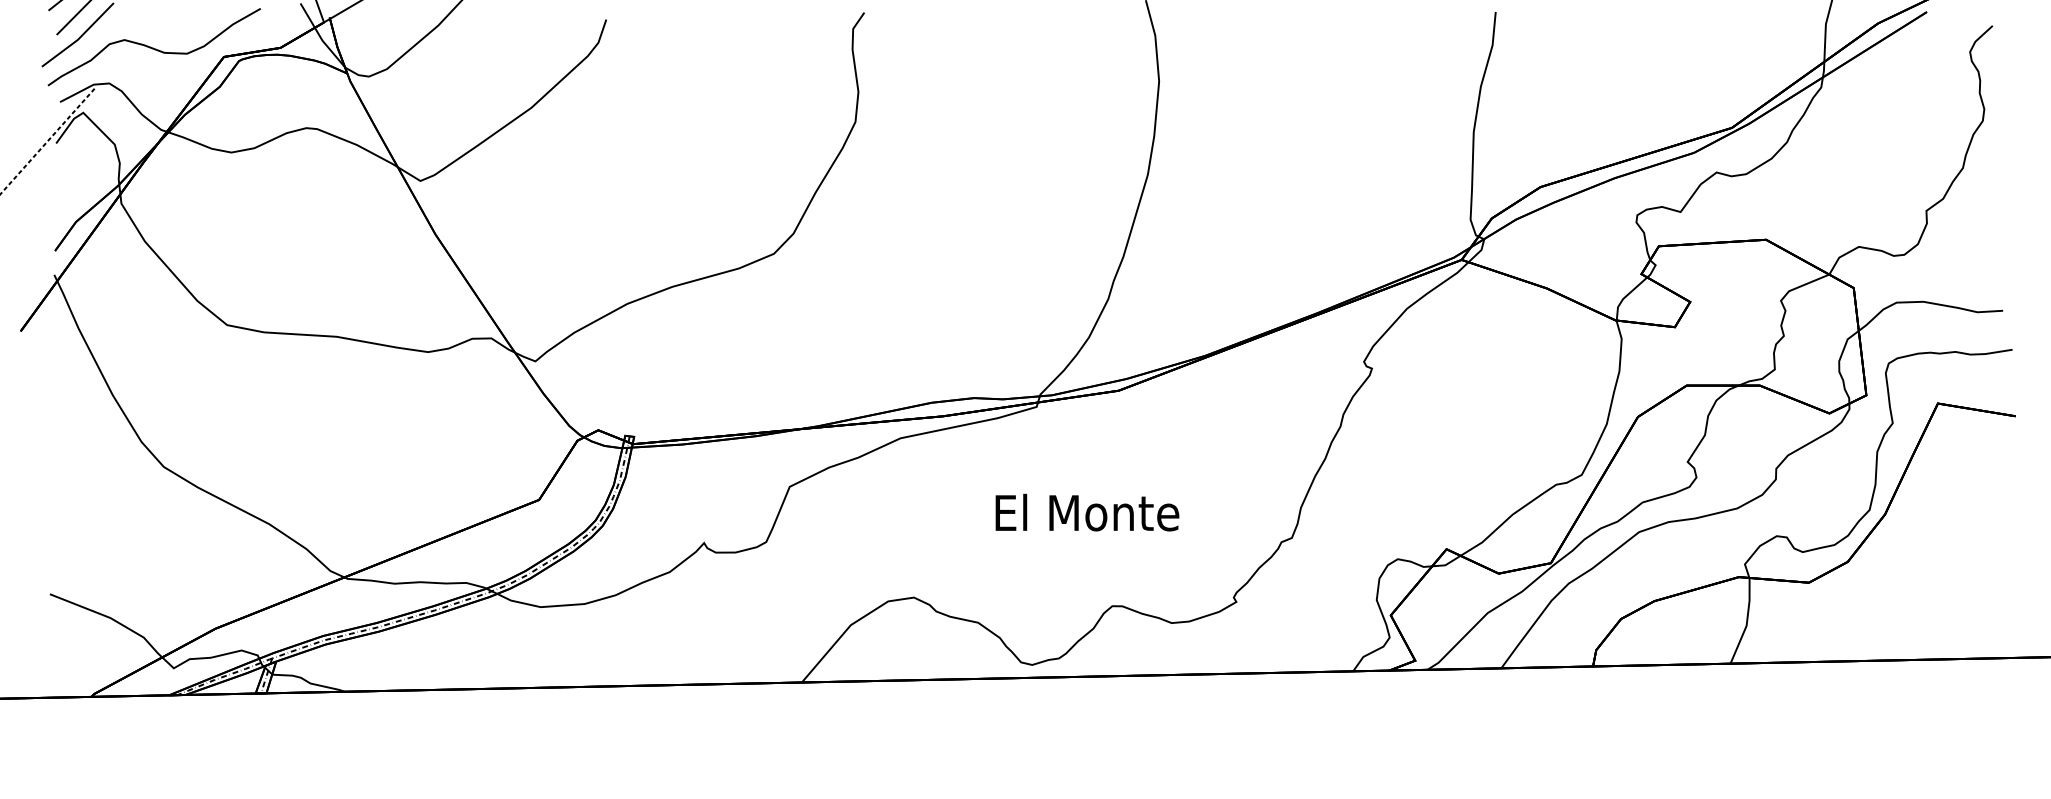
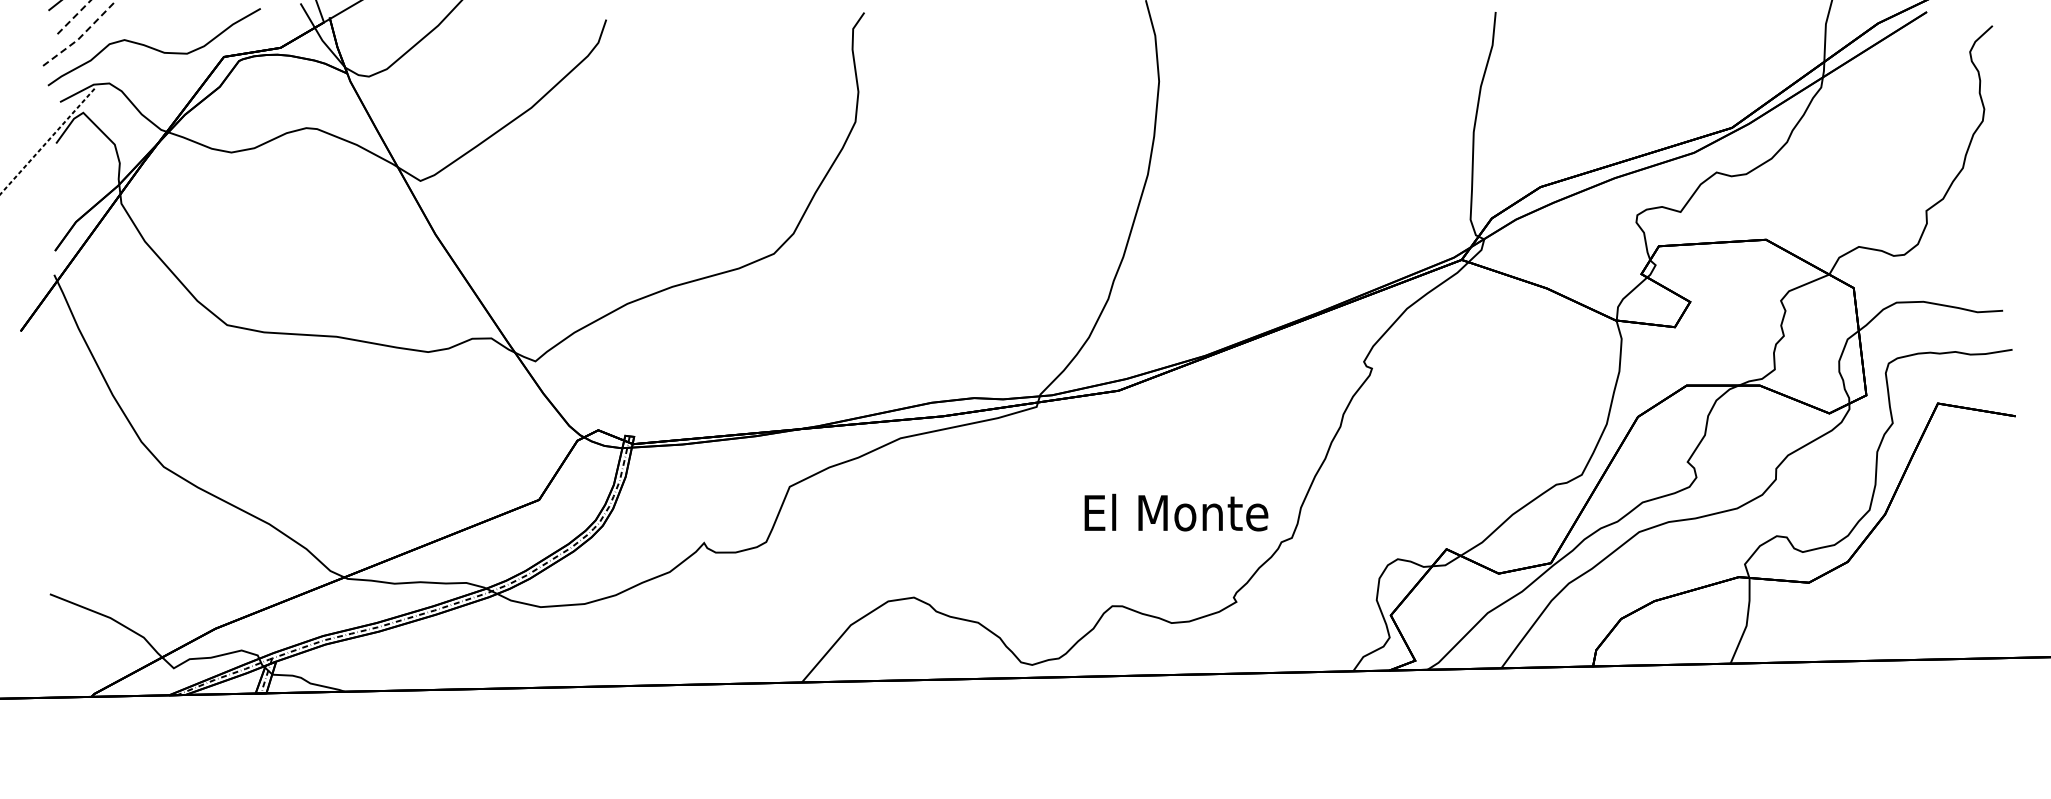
line at (73, 18): solid -> dashed
line at (80, 37): solid -> dashed
text at (1087, 512) position: (1087, 512) -> (1176, 512)
